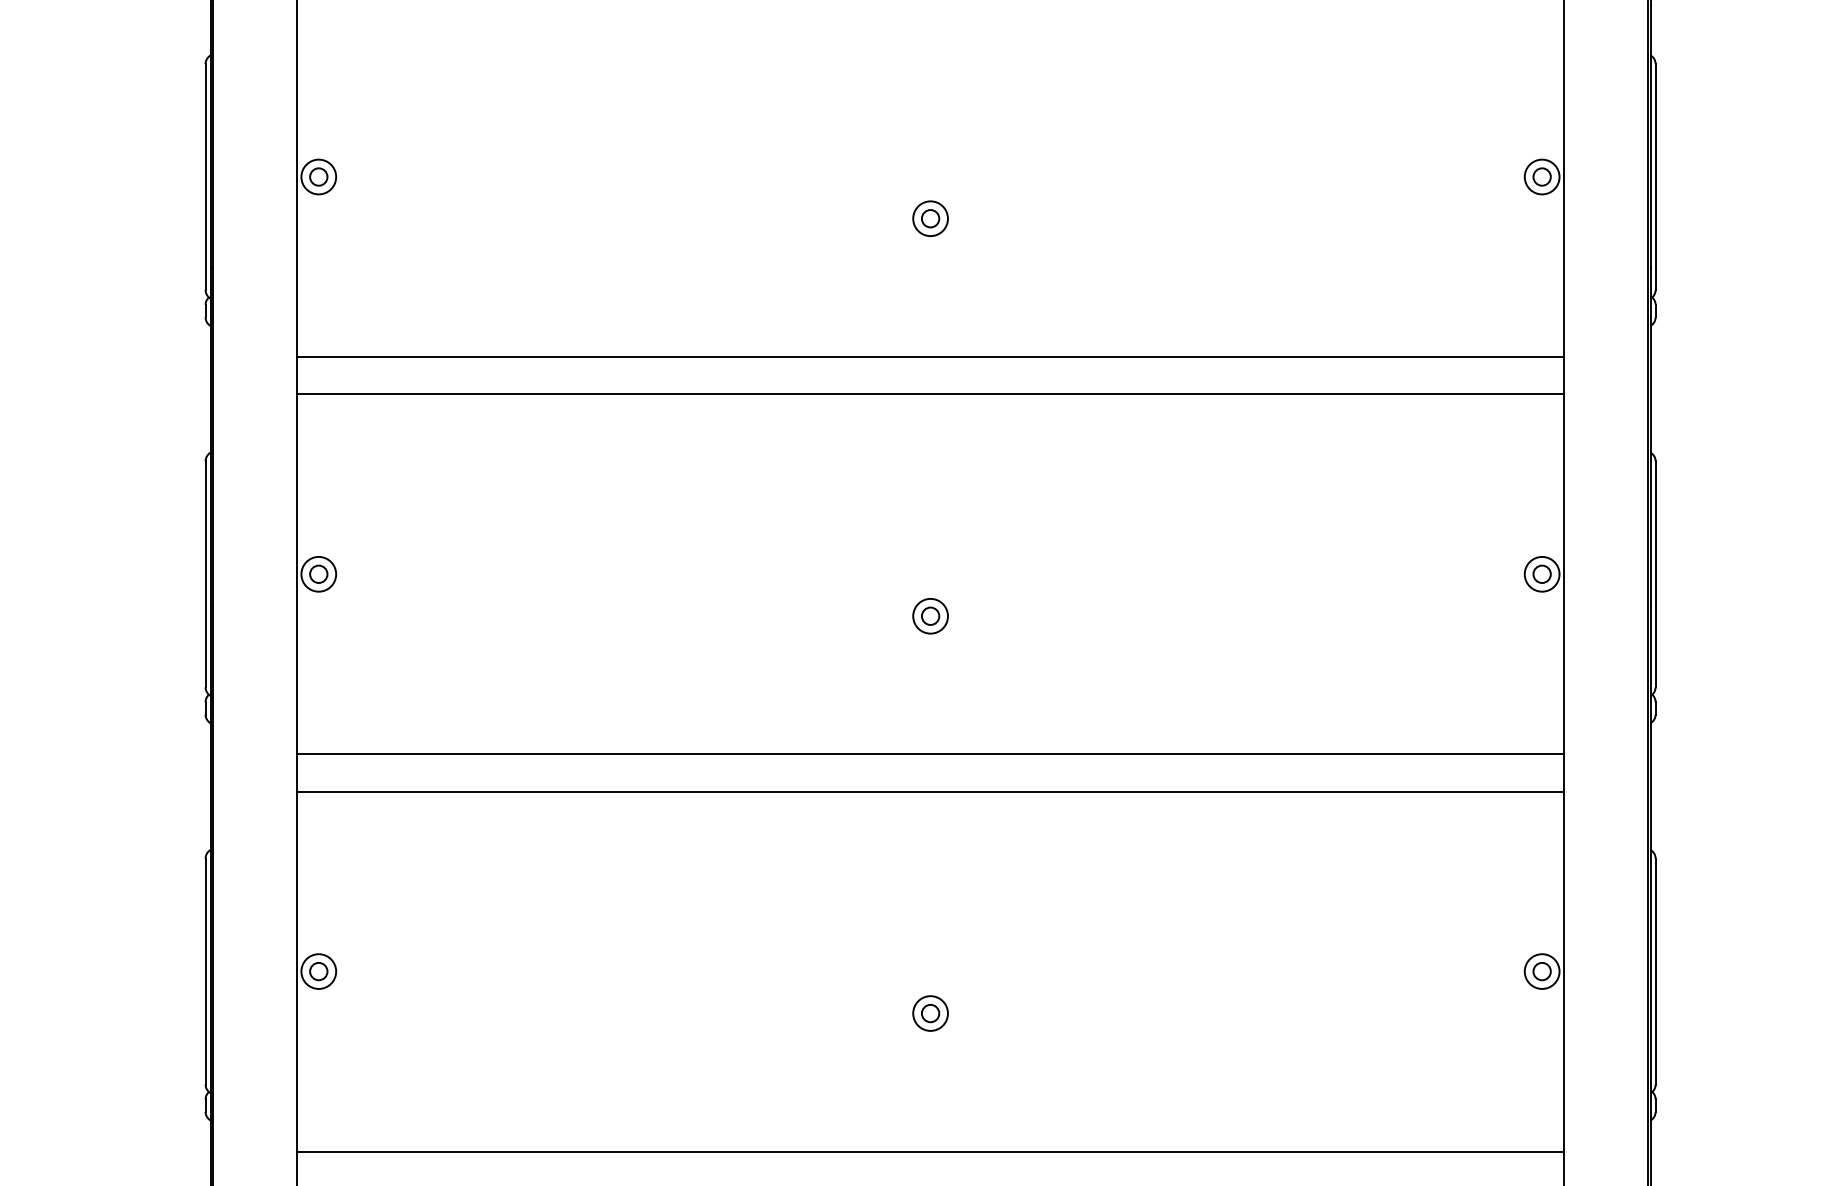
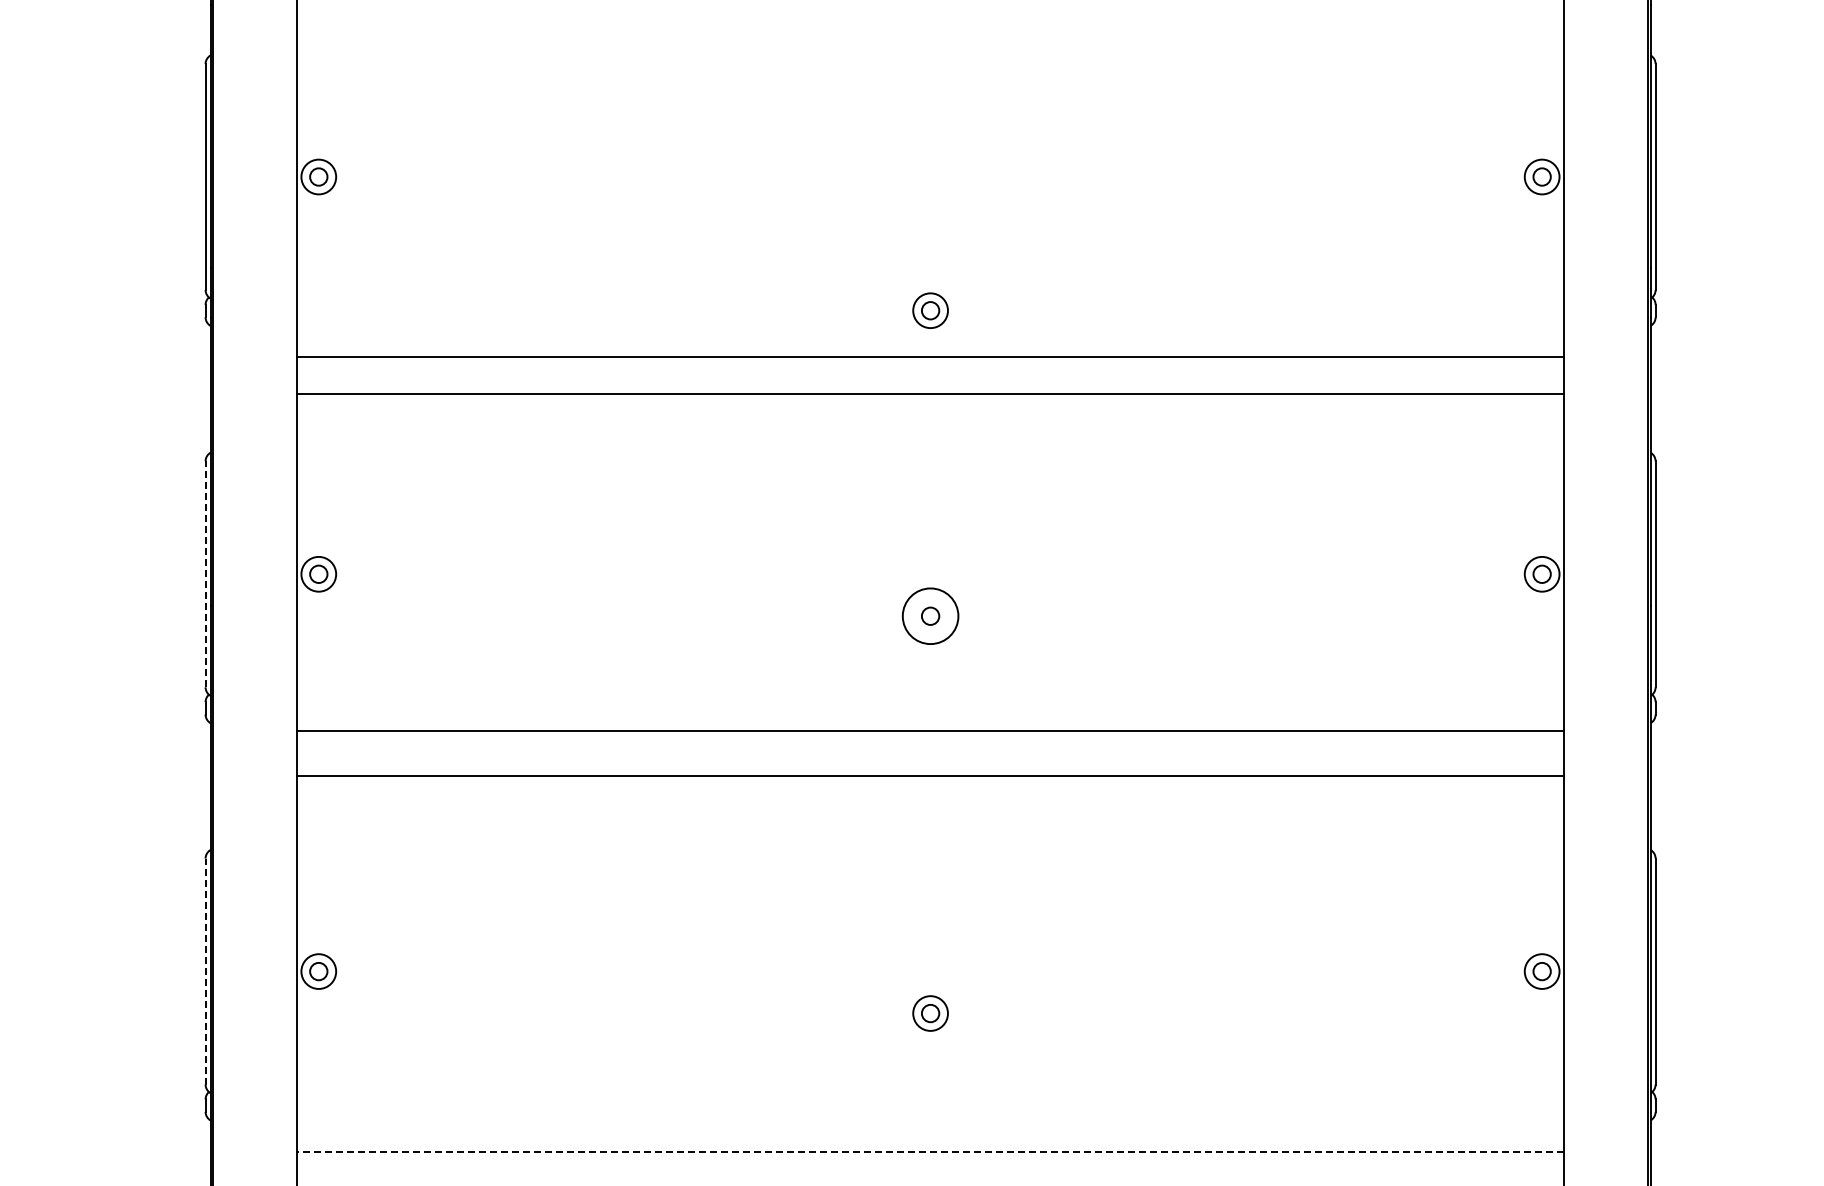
part at (930, 218) position: (930, 218) -> (930, 310)
line at (205, 574): solid -> dashed
circle at (930, 615) diameter: 35 px -> 56 px
line at (930, 754) position: (930, 754) -> (930, 731)
line at (930, 791) position: (930, 791) -> (930, 775)
line at (205, 971): solid -> dashed
line at (930, 1151): solid -> dashed
